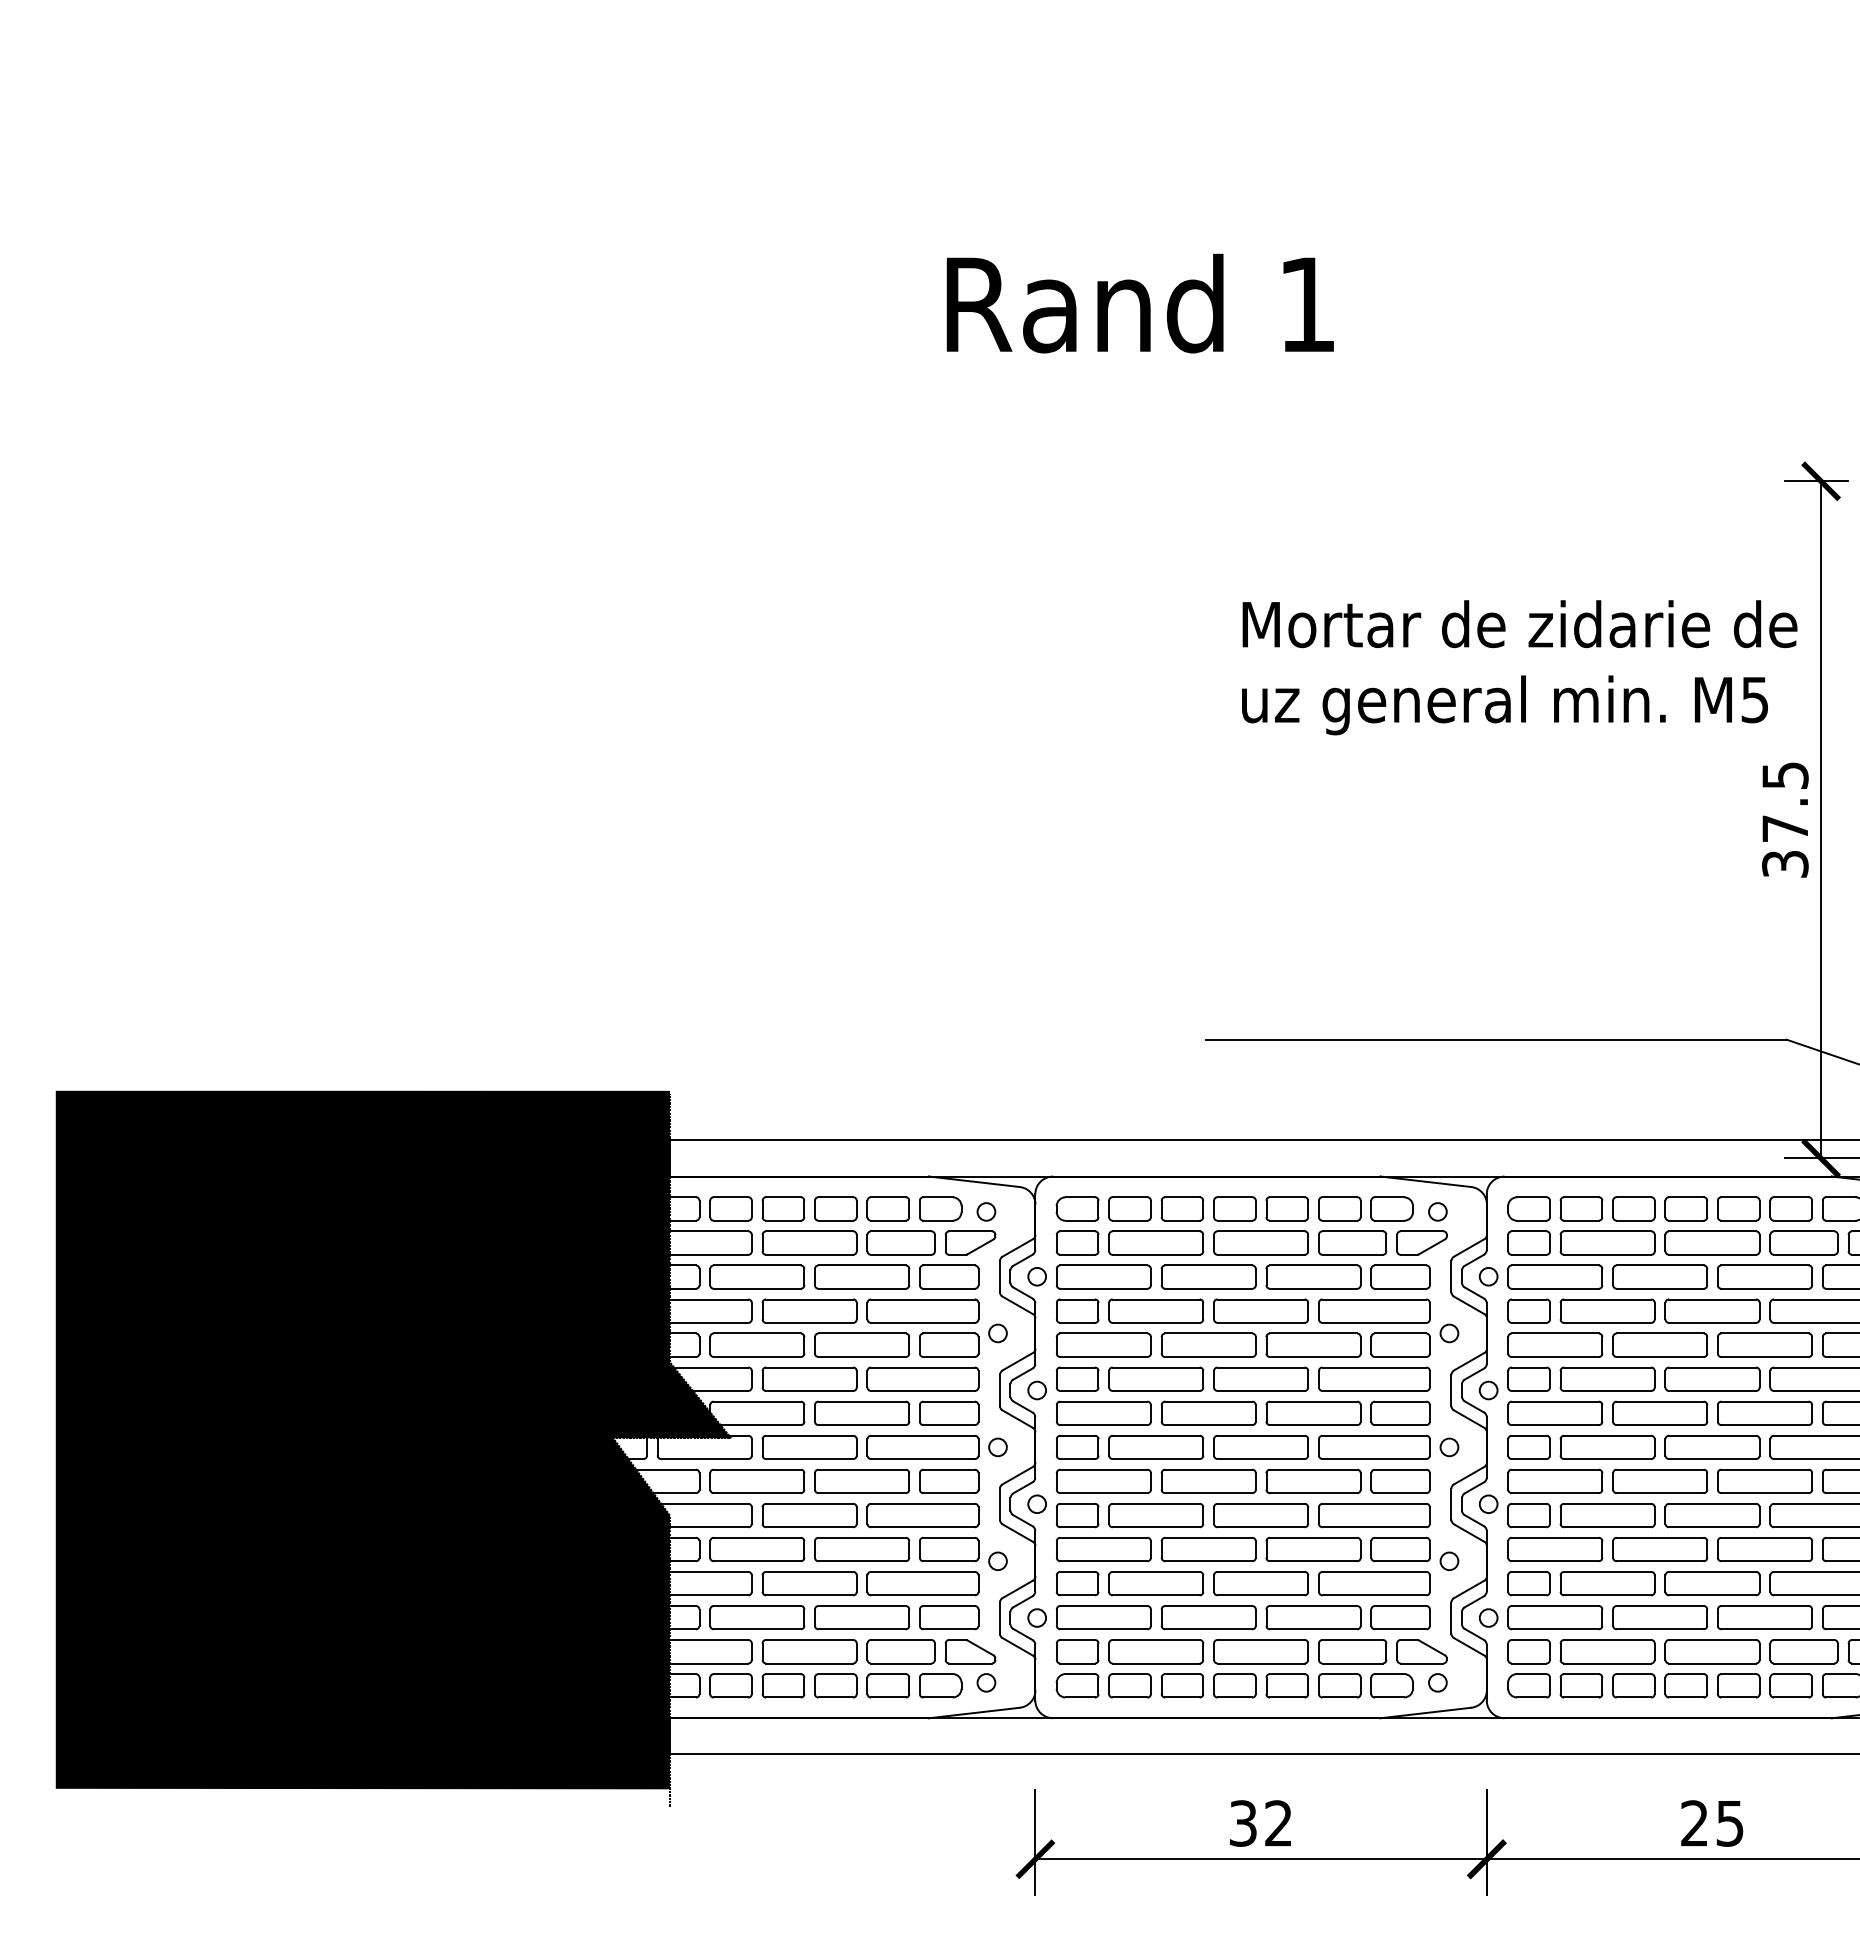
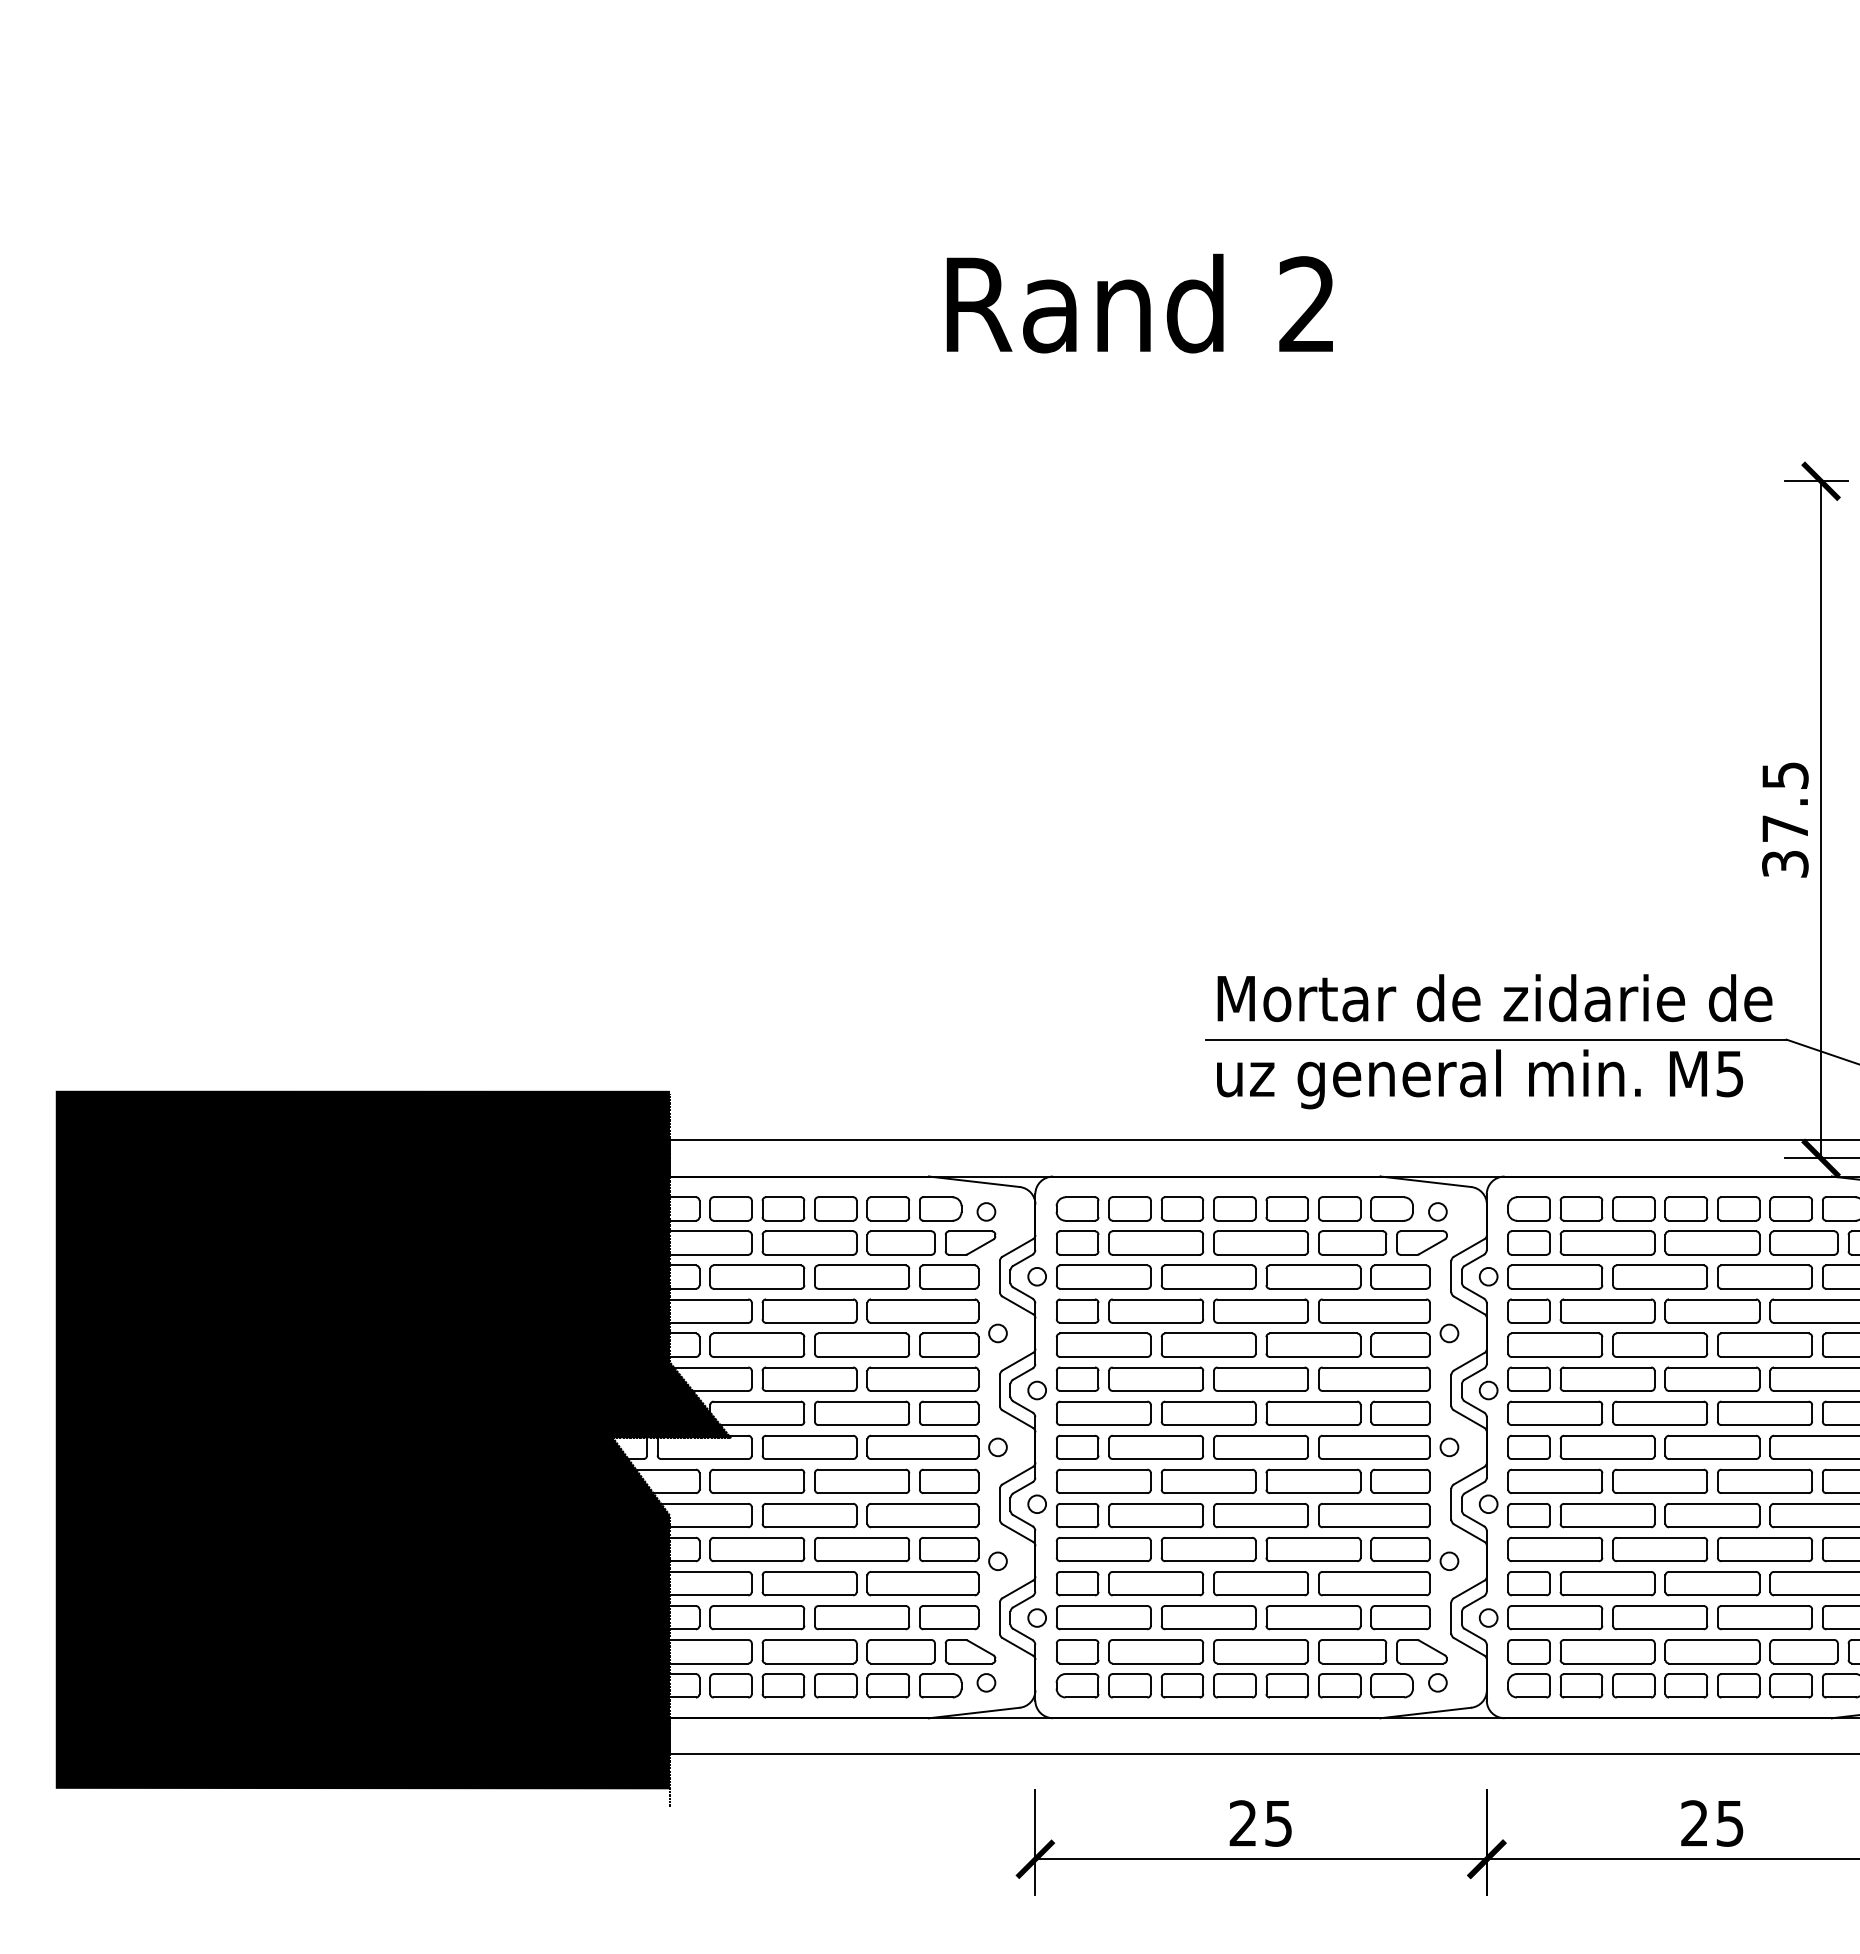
text at (1306, 303): 1 -> 2
text at (1519, 667) position: (1519, 667) -> (1494, 1041)
text at (1260, 1823): 32 -> 25
